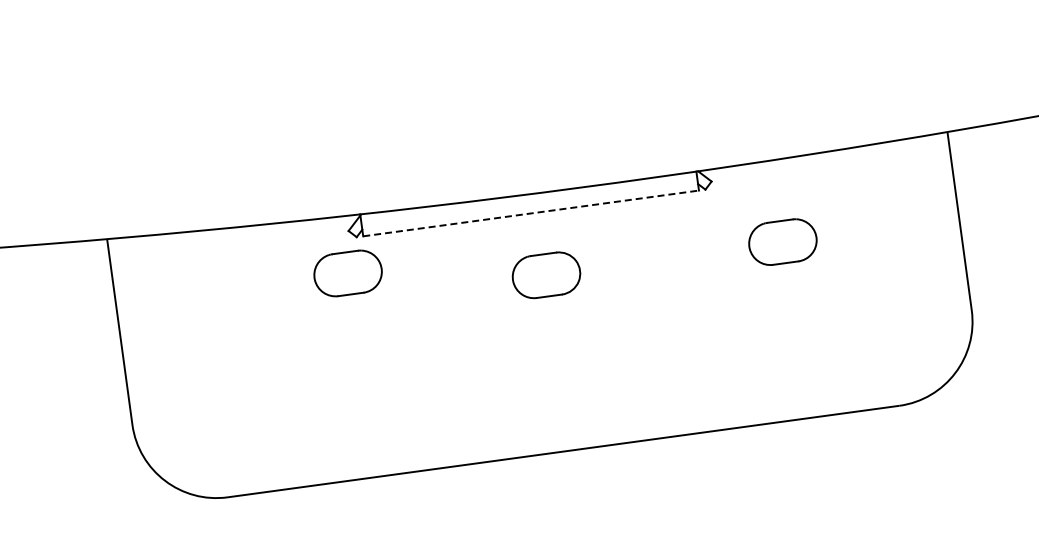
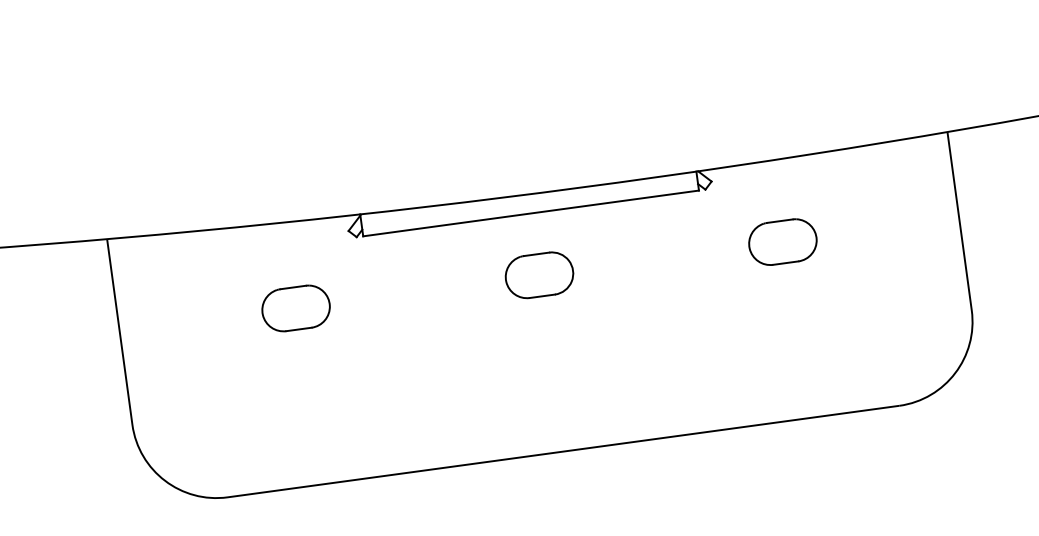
line at (531, 213): dashed -> solid
part at (347, 273) position: (347, 273) -> (295, 308)
part at (546, 275) position: (546, 275) -> (539, 275)
